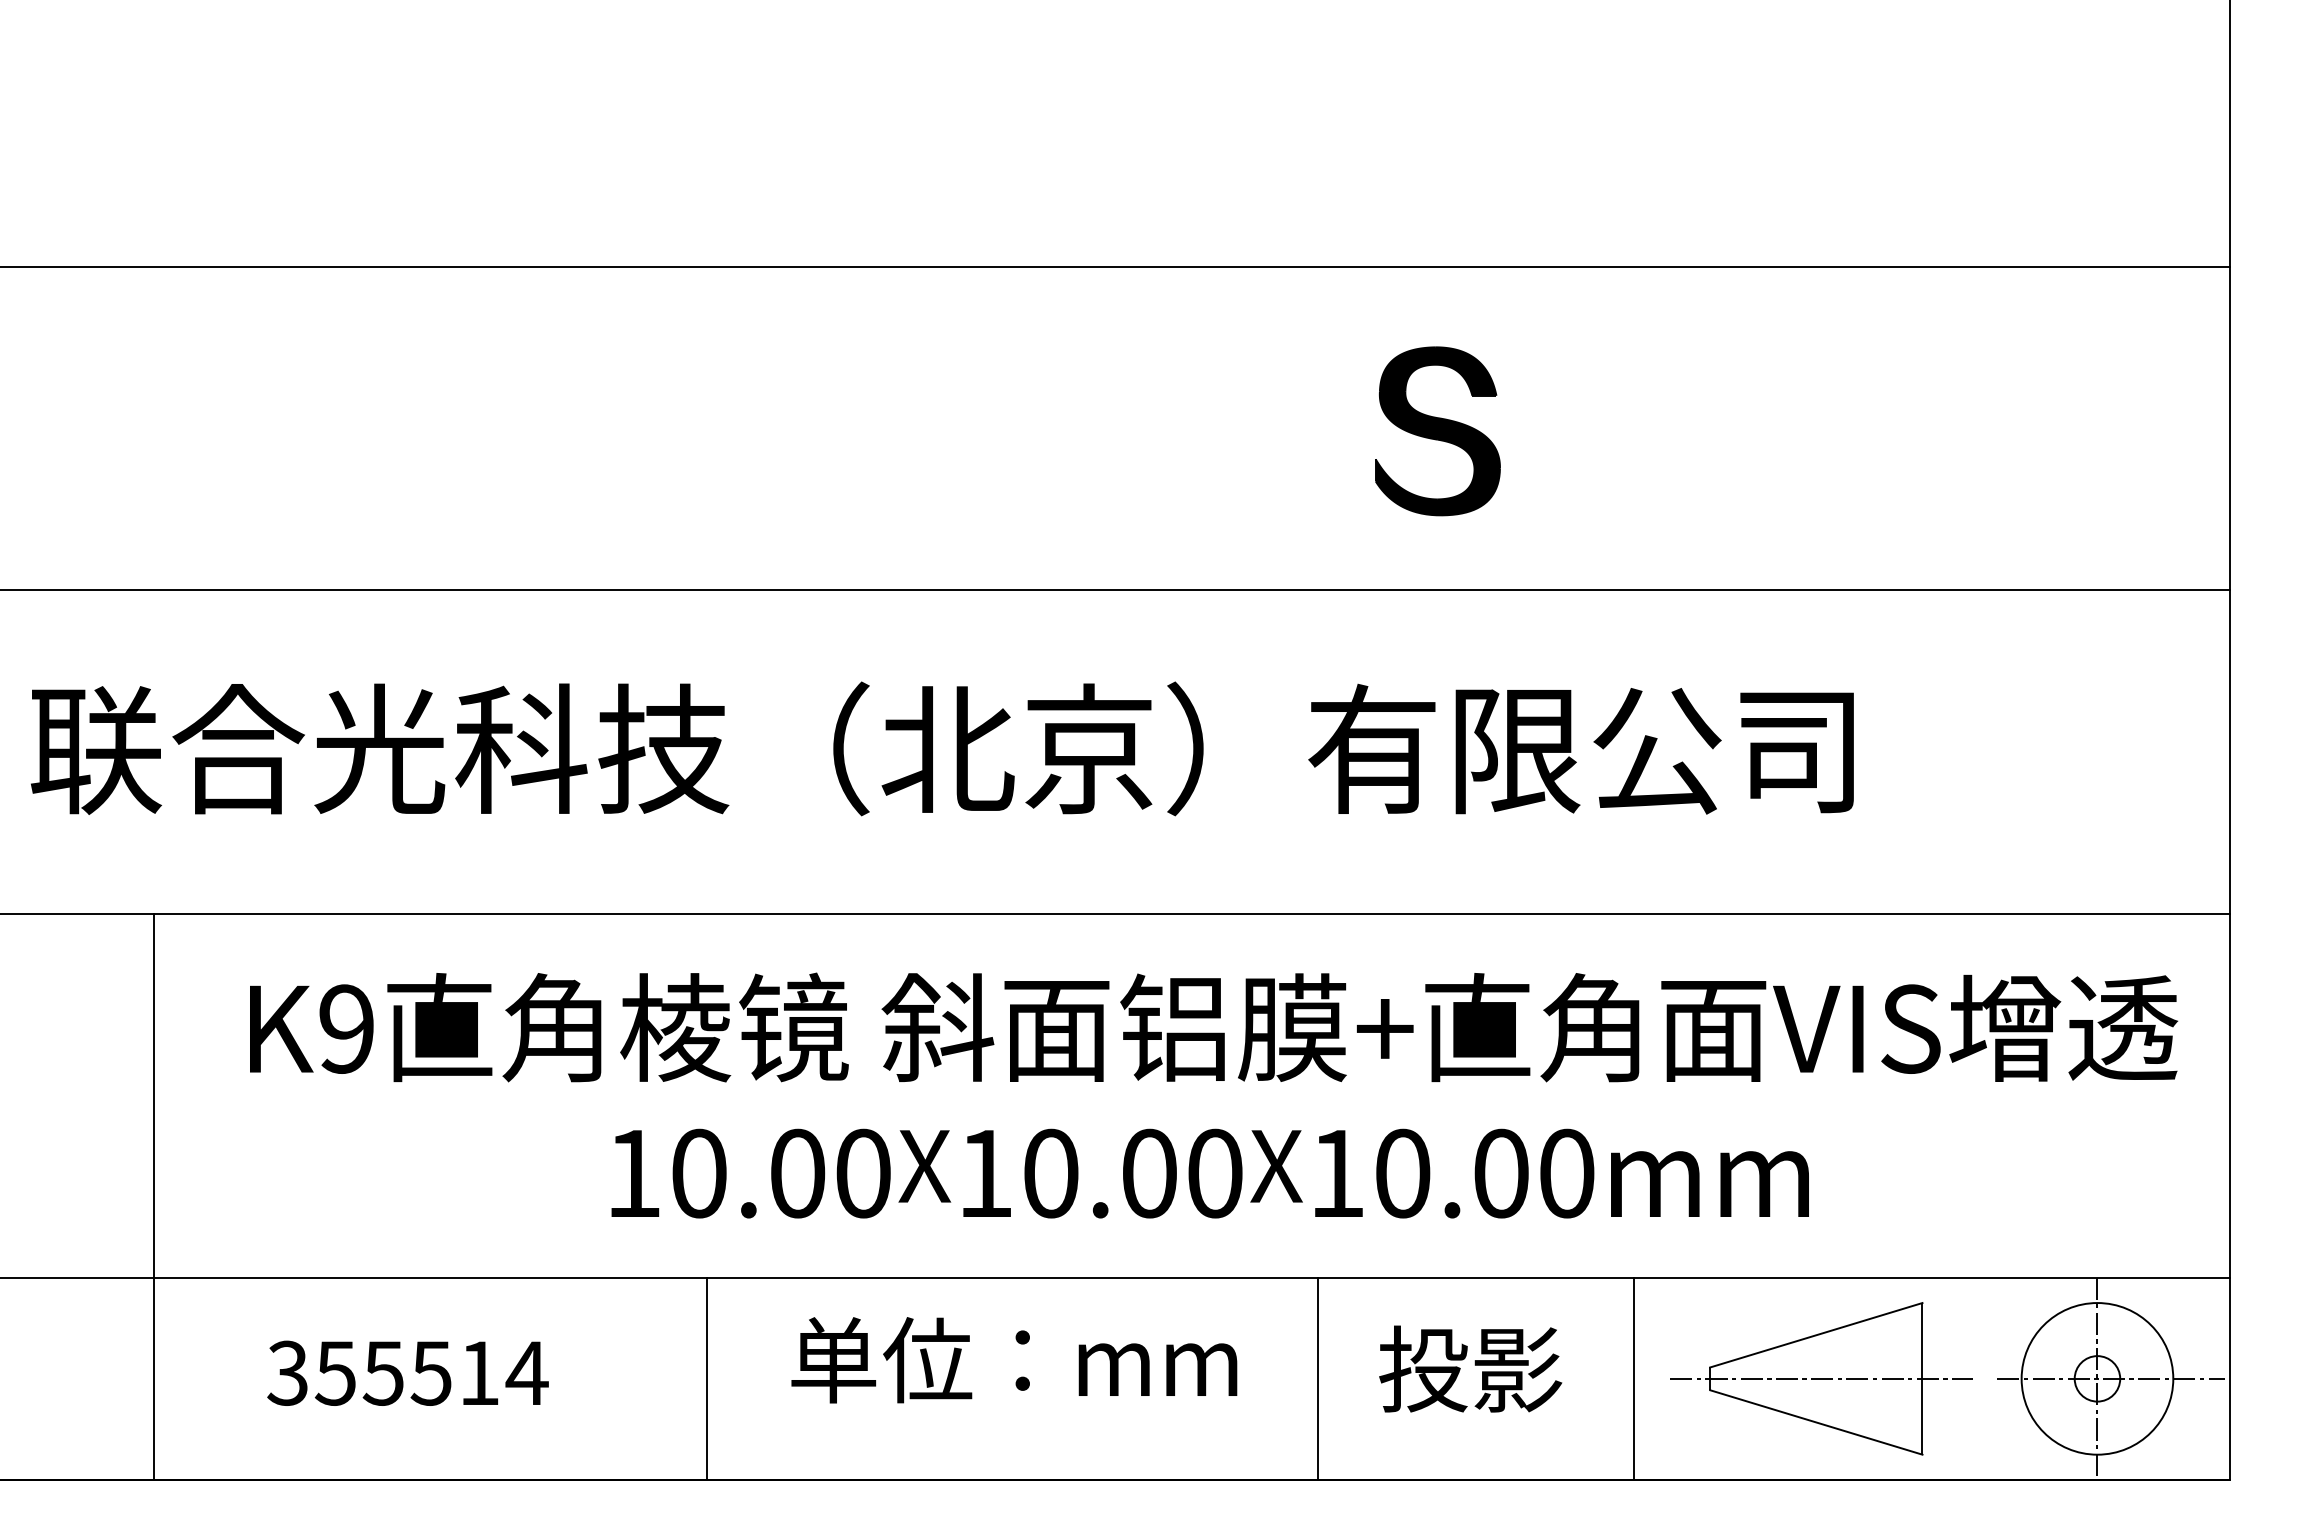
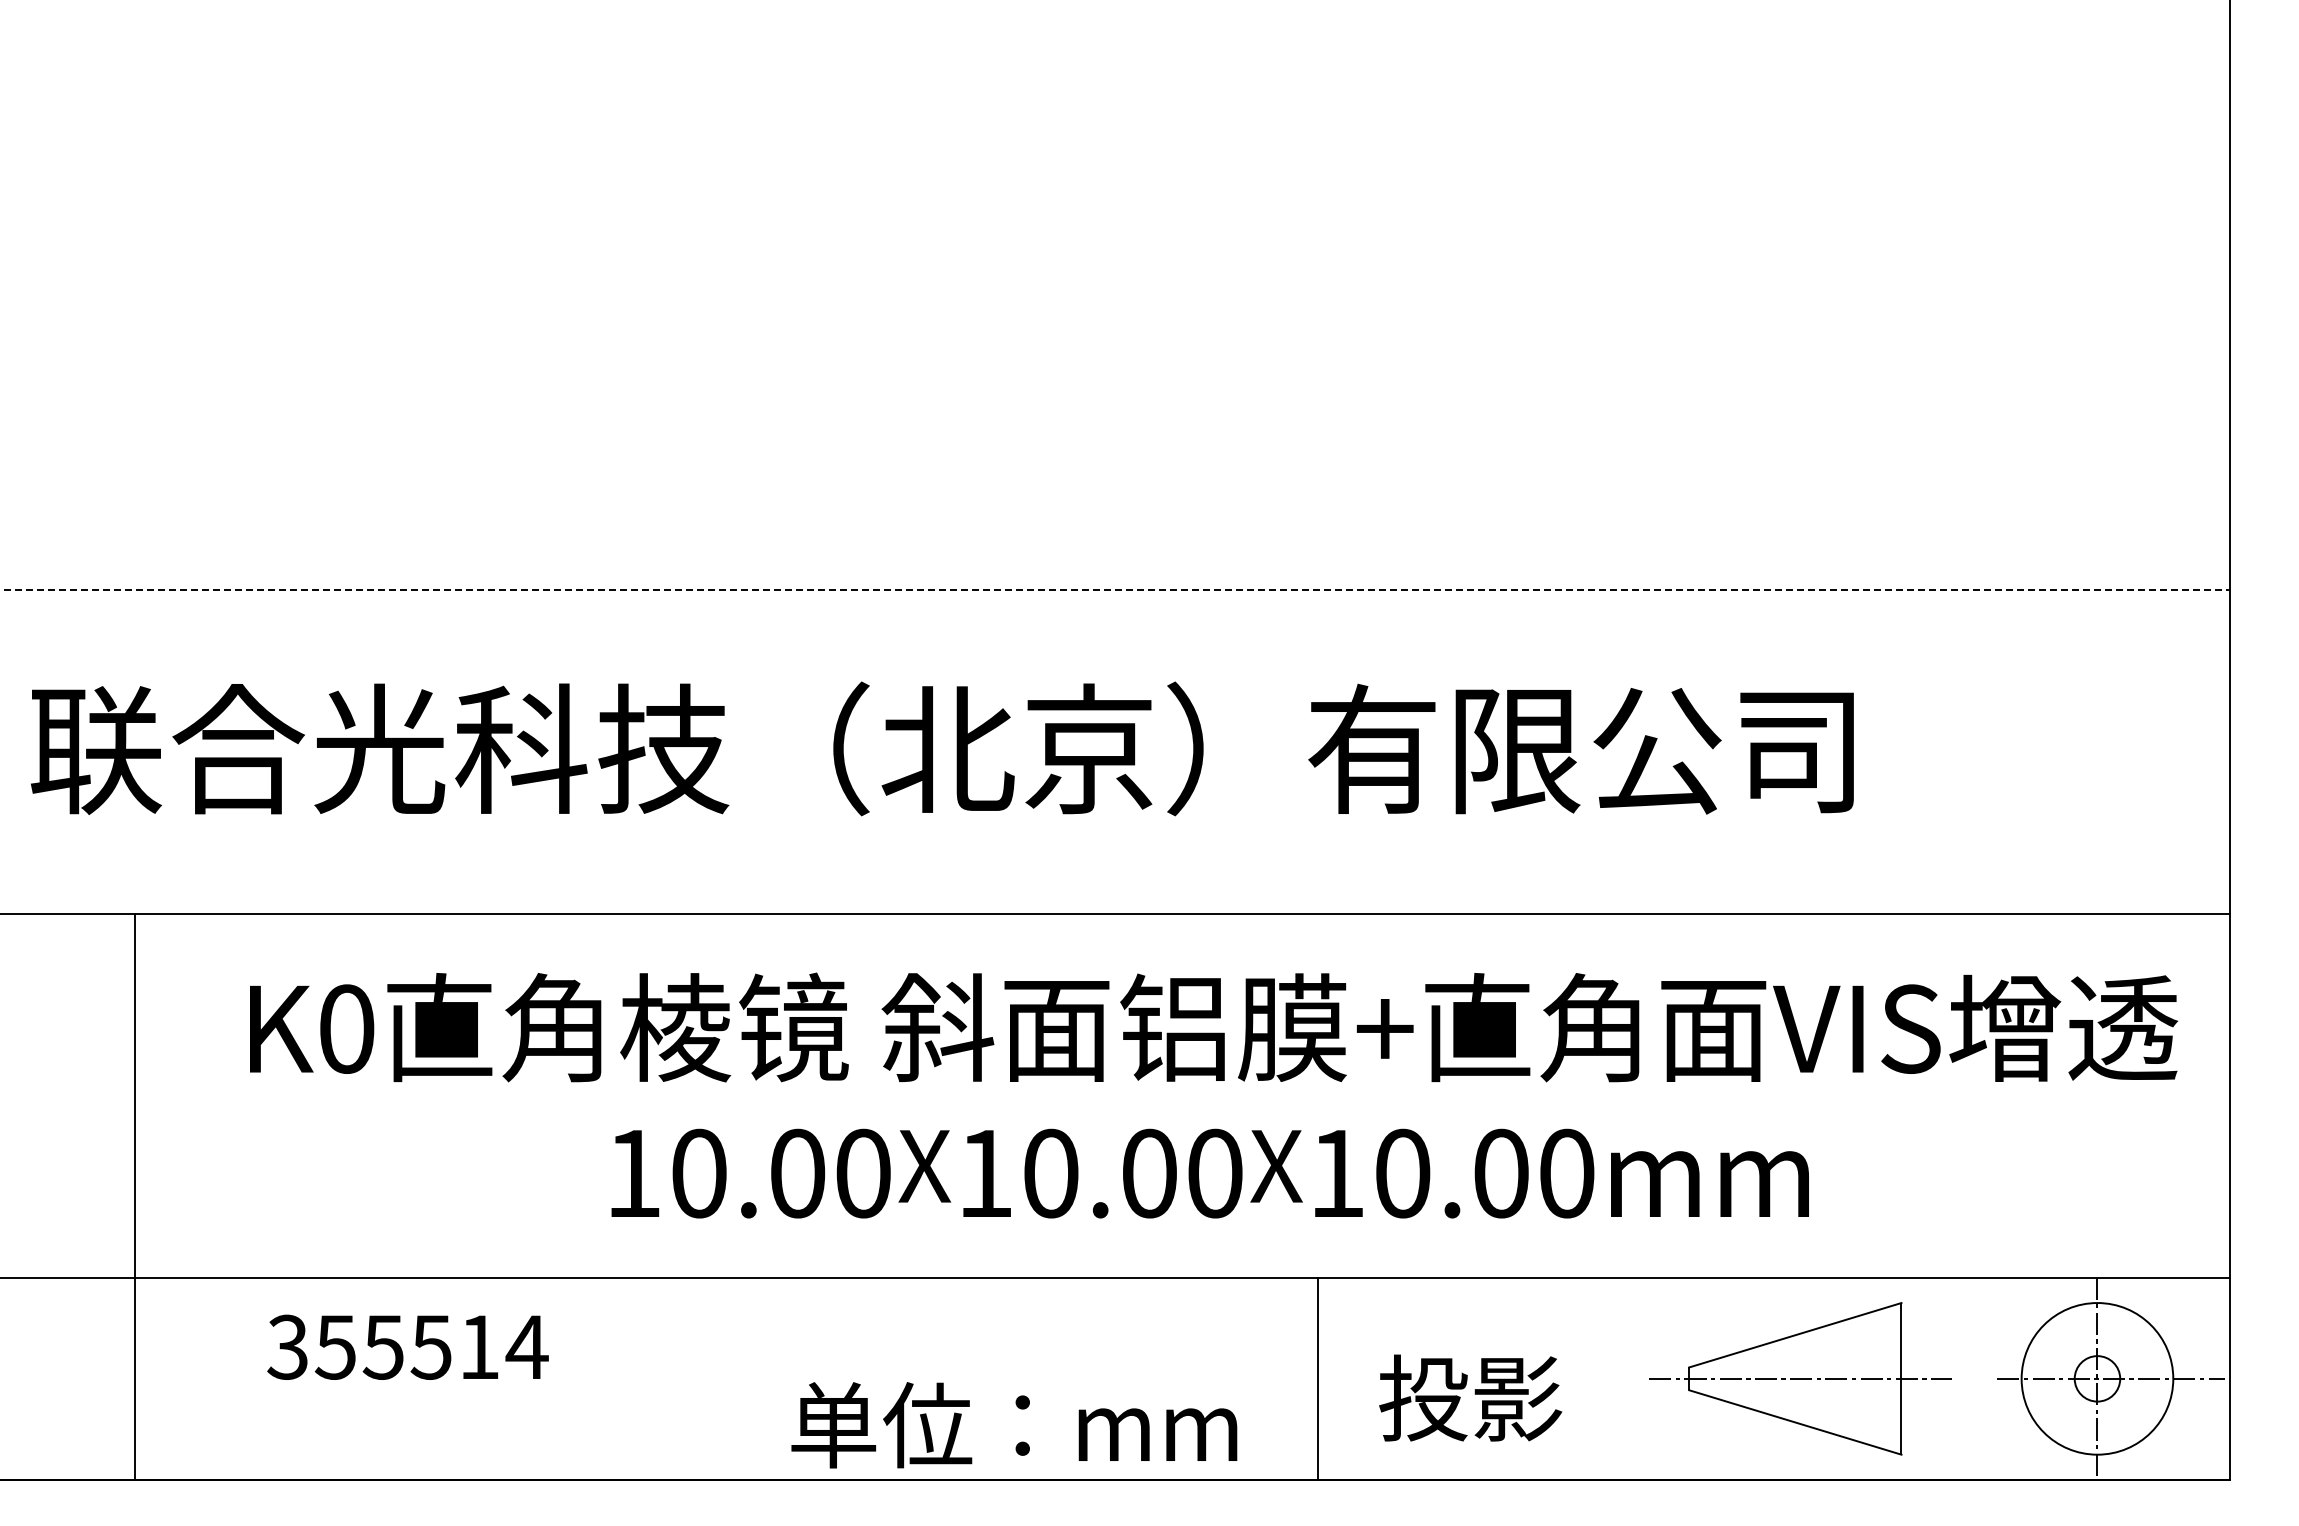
line at (1116, 266): present -> none
part at (1437, 431): present -> none
line at (1115, 590): solid -> dashed
text at (346, 1028): K9 -> K0
line at (153, 1196) position: (153, 1196) -> (134, 1196)
text at (1014, 1360) position: (1014, 1360) -> (1014, 1425)
text at (1470, 1368) position: (1470, 1368) -> (1470, 1397)
text at (407, 1372) position: (407, 1372) -> (407, 1346)
line at (706, 1378): present -> none
line at (1634, 1378): present -> none
part at (1821, 1378) position: (1821, 1378) -> (1800, 1378)
